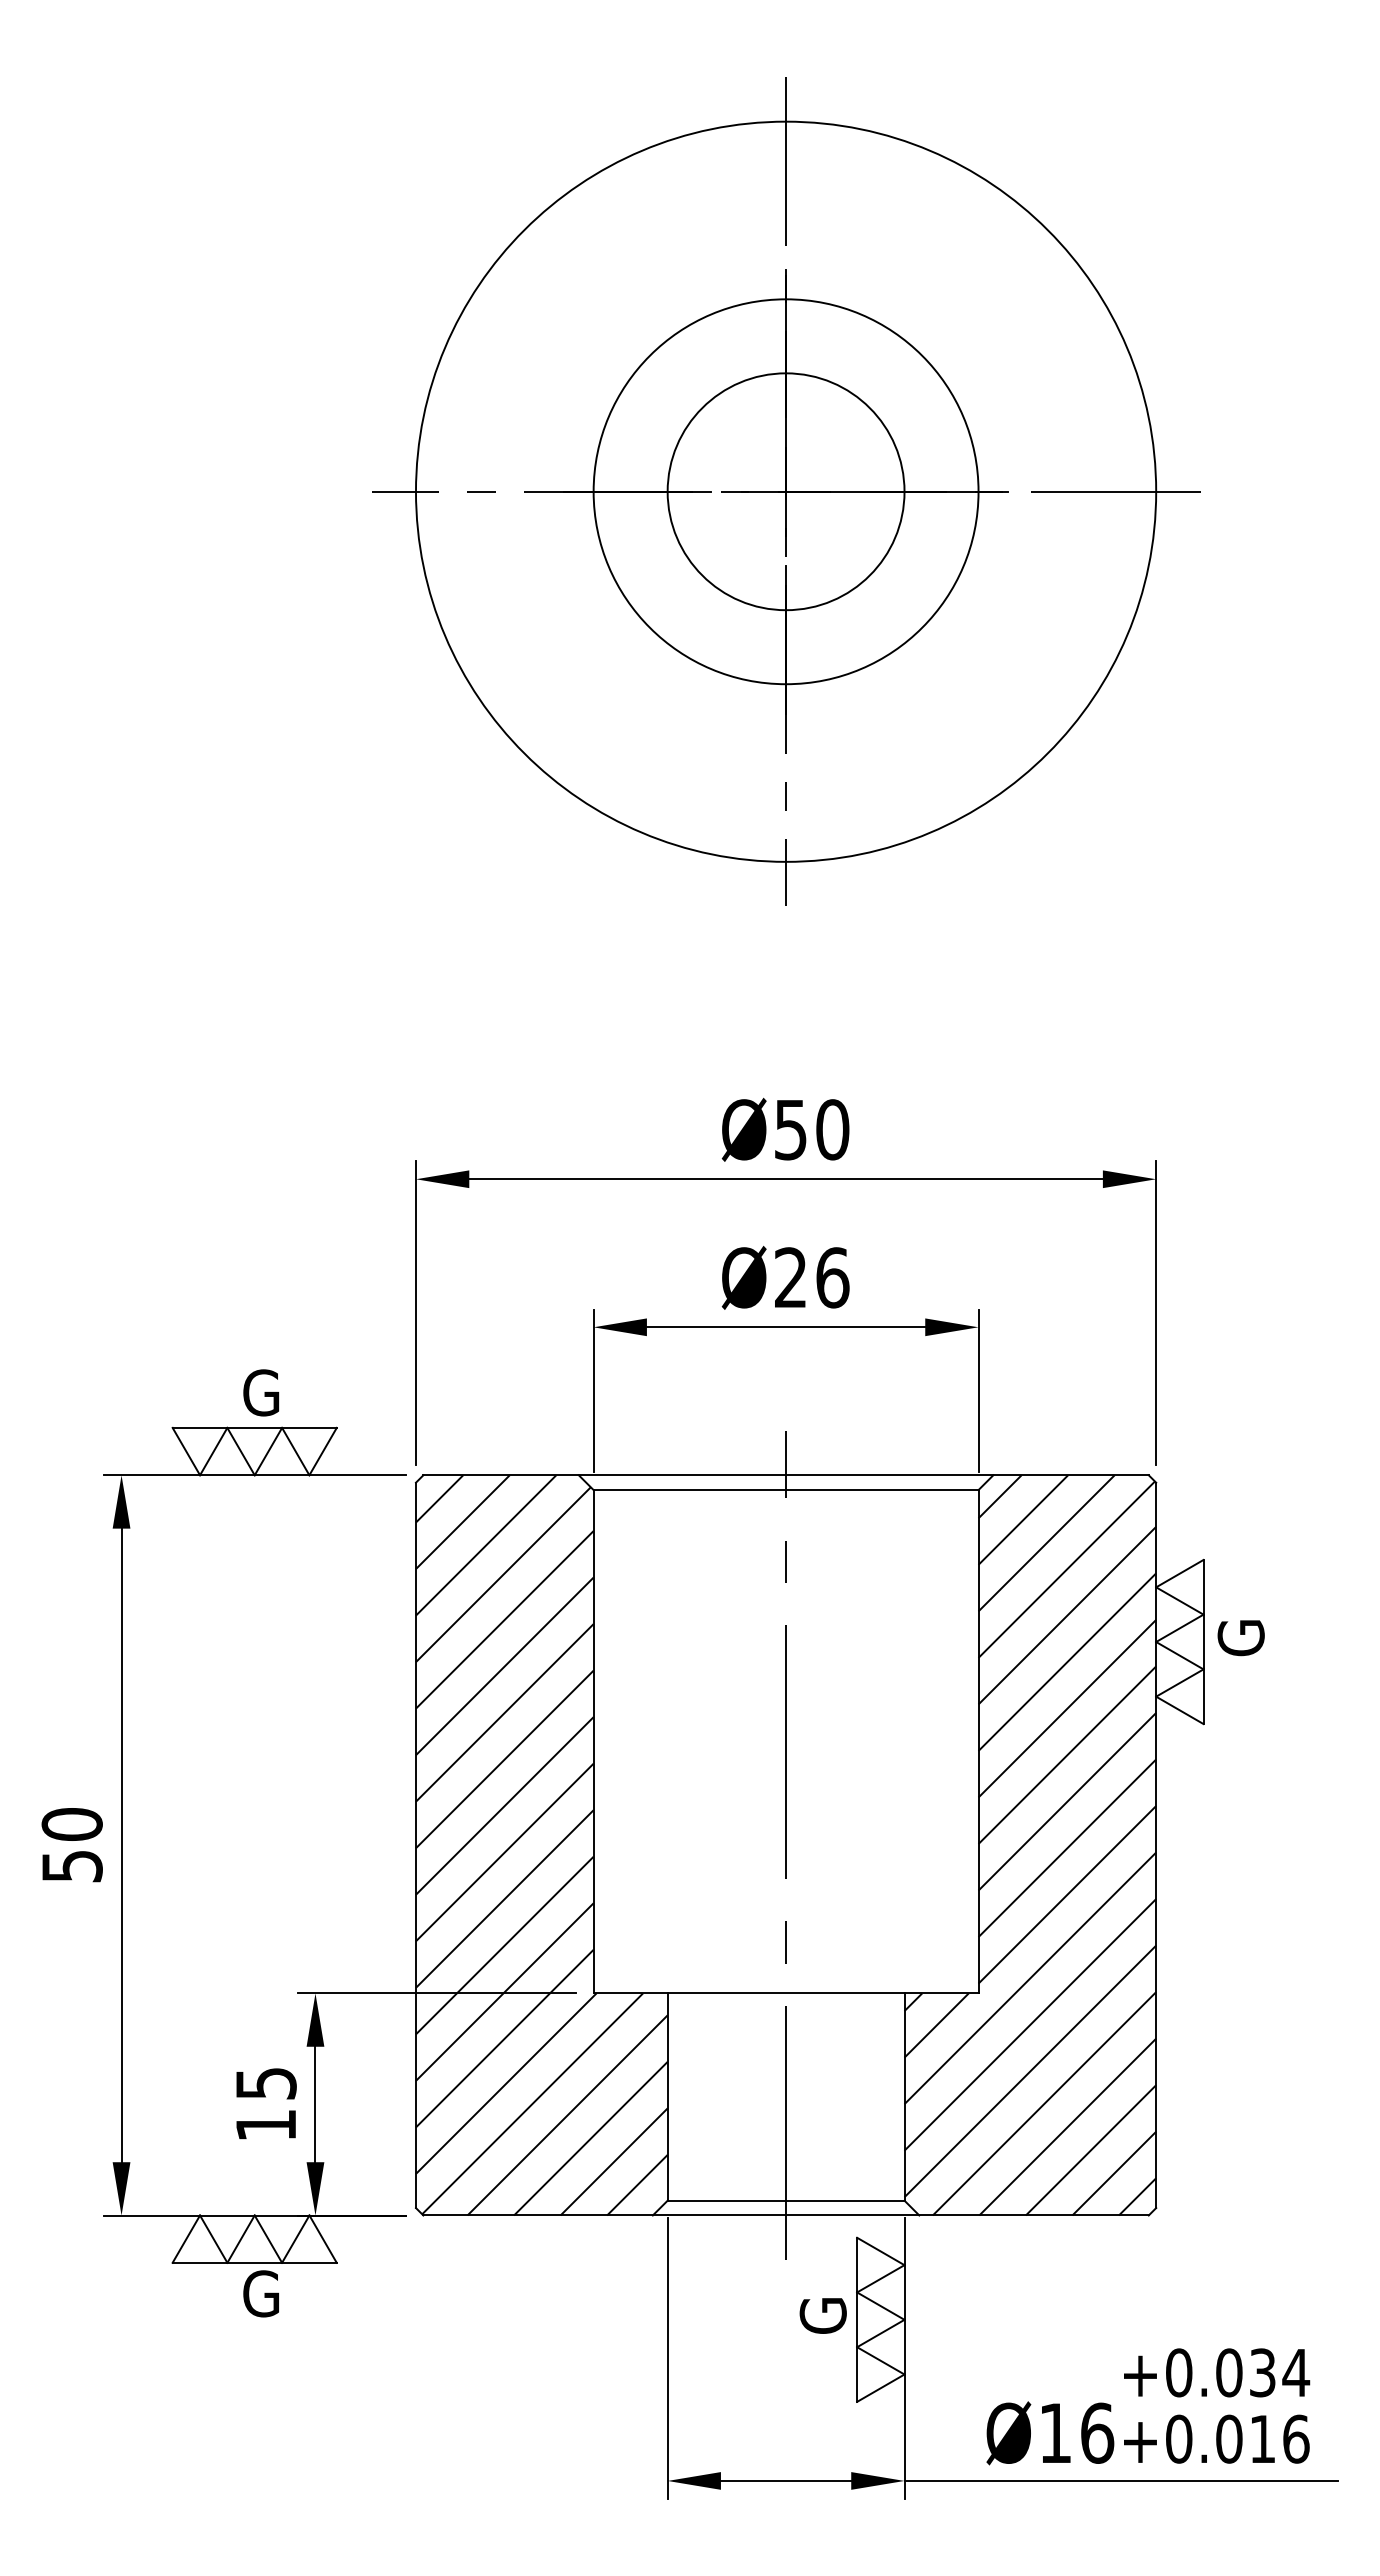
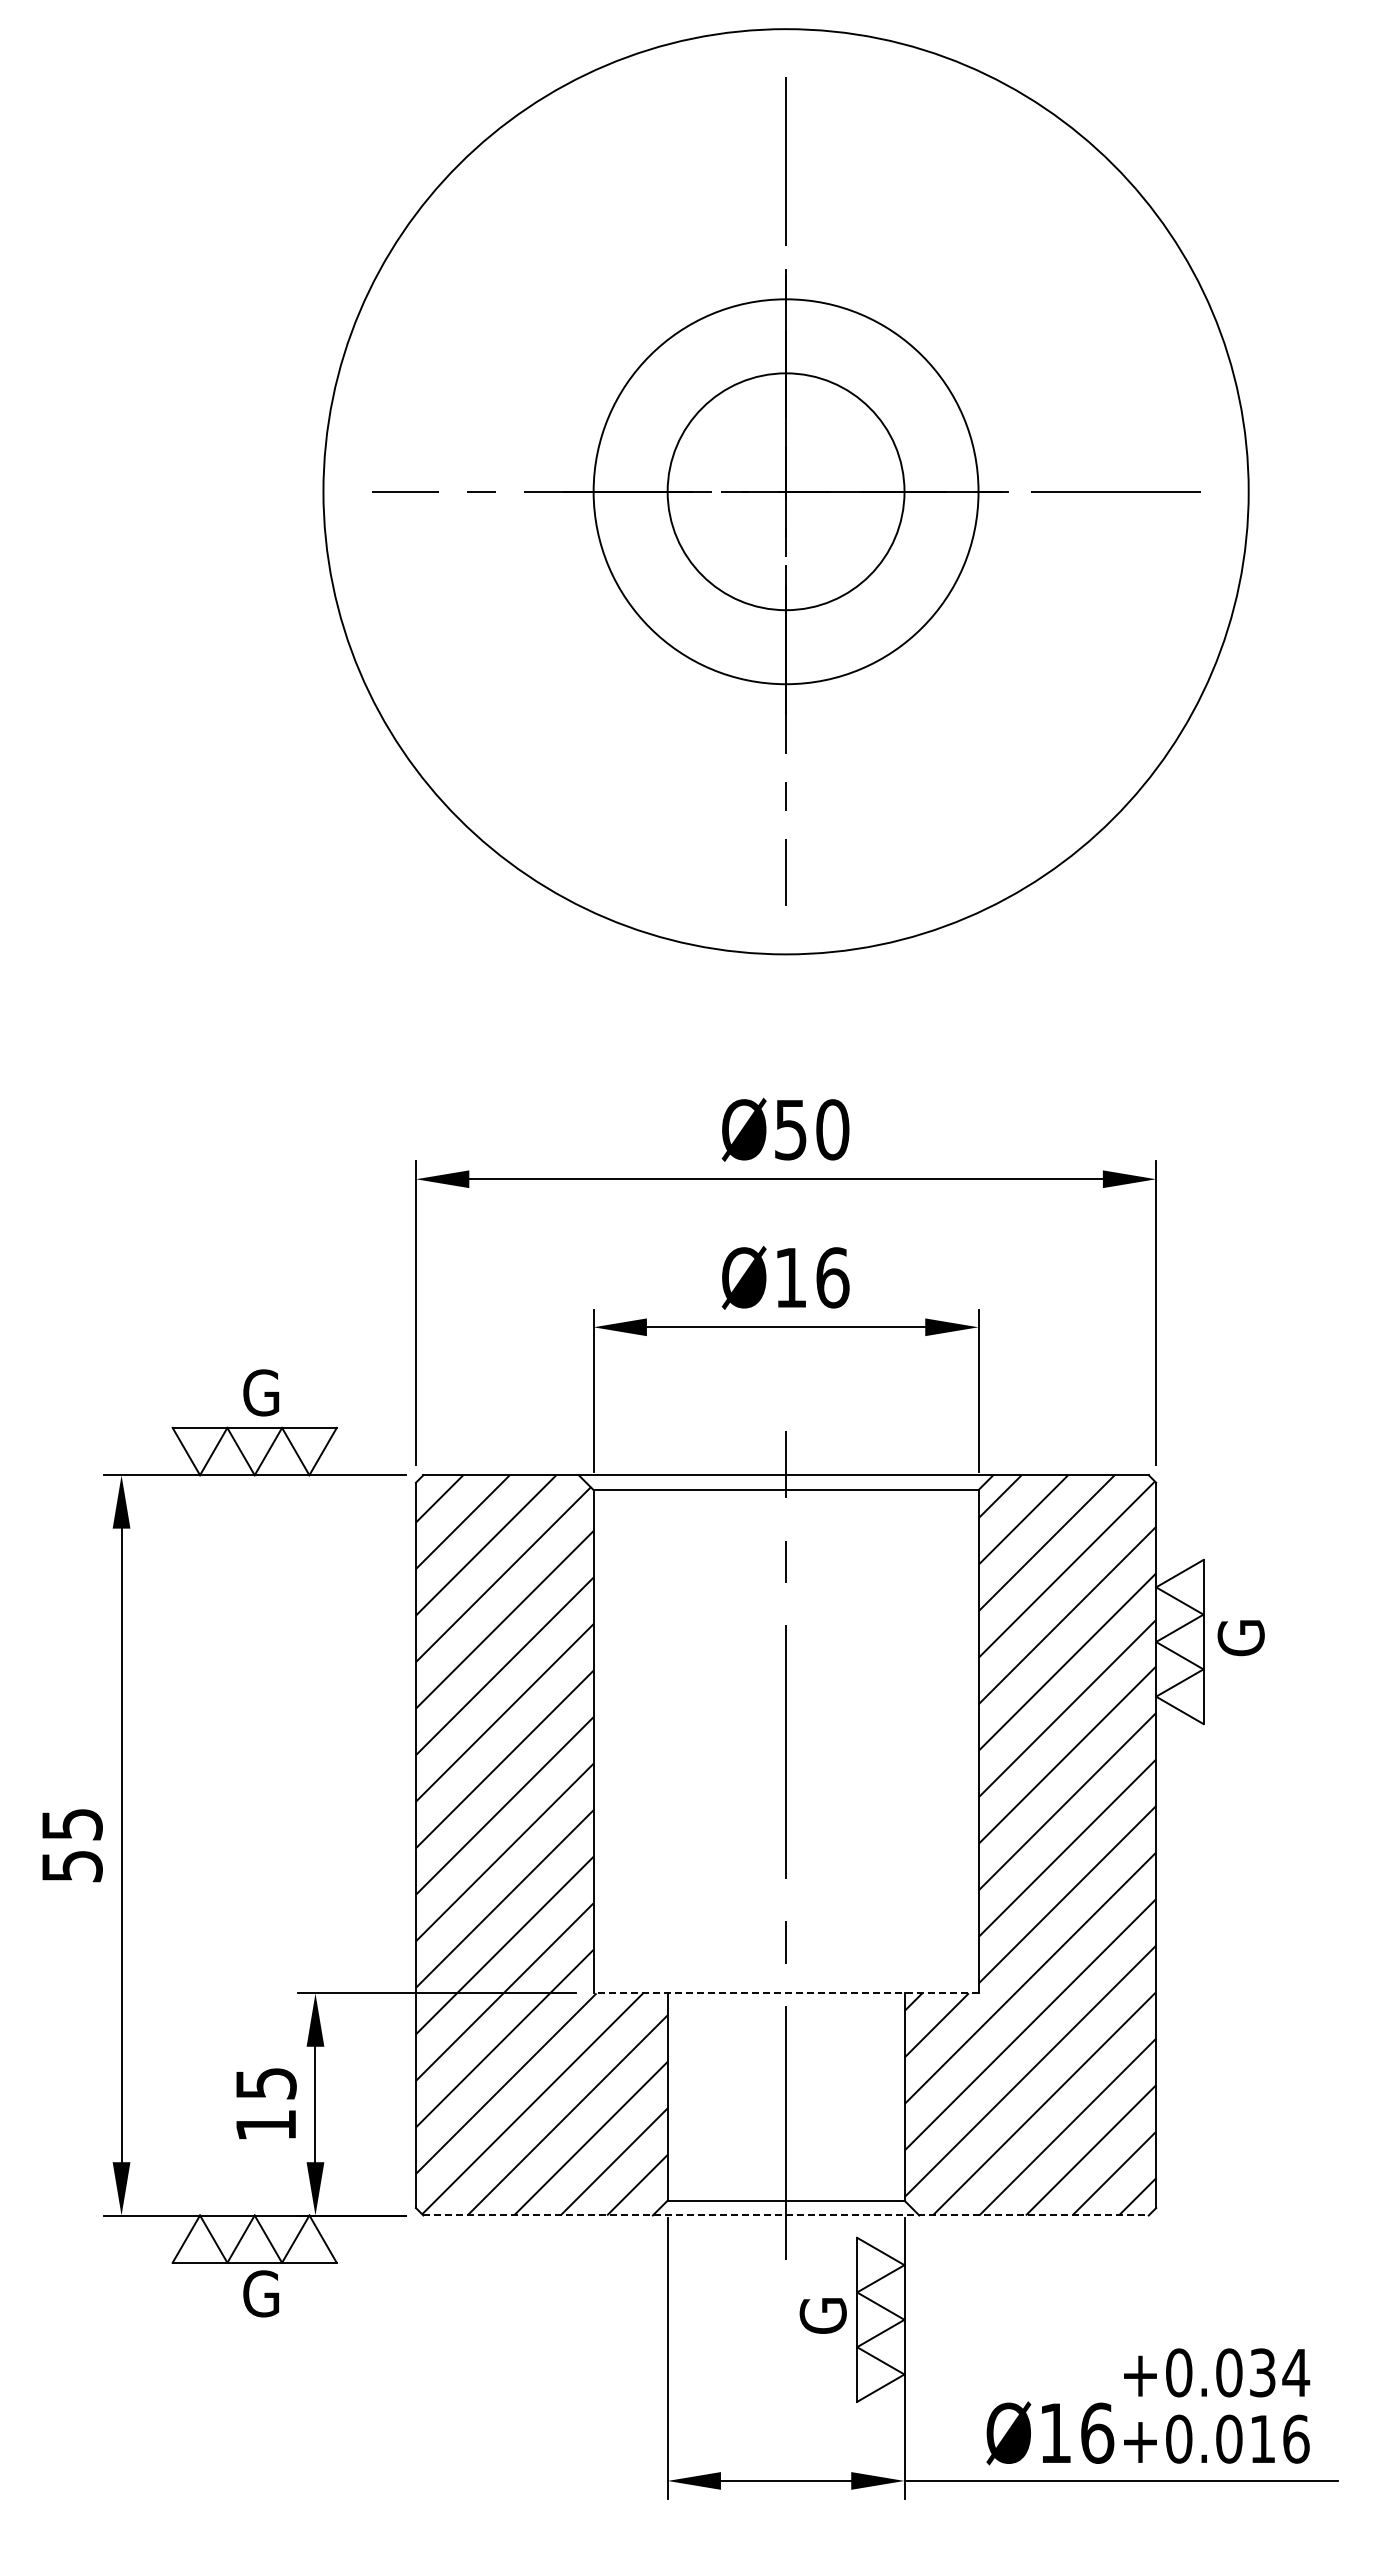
circle at (786, 491) diameter: 740 px -> 925 px
text at (790, 1277): Ø26 -> Ø16
text at (71, 1824): 50 -> 55
line at (785, 1993): solid -> dashed
line at (786, 2215): solid -> dashed
